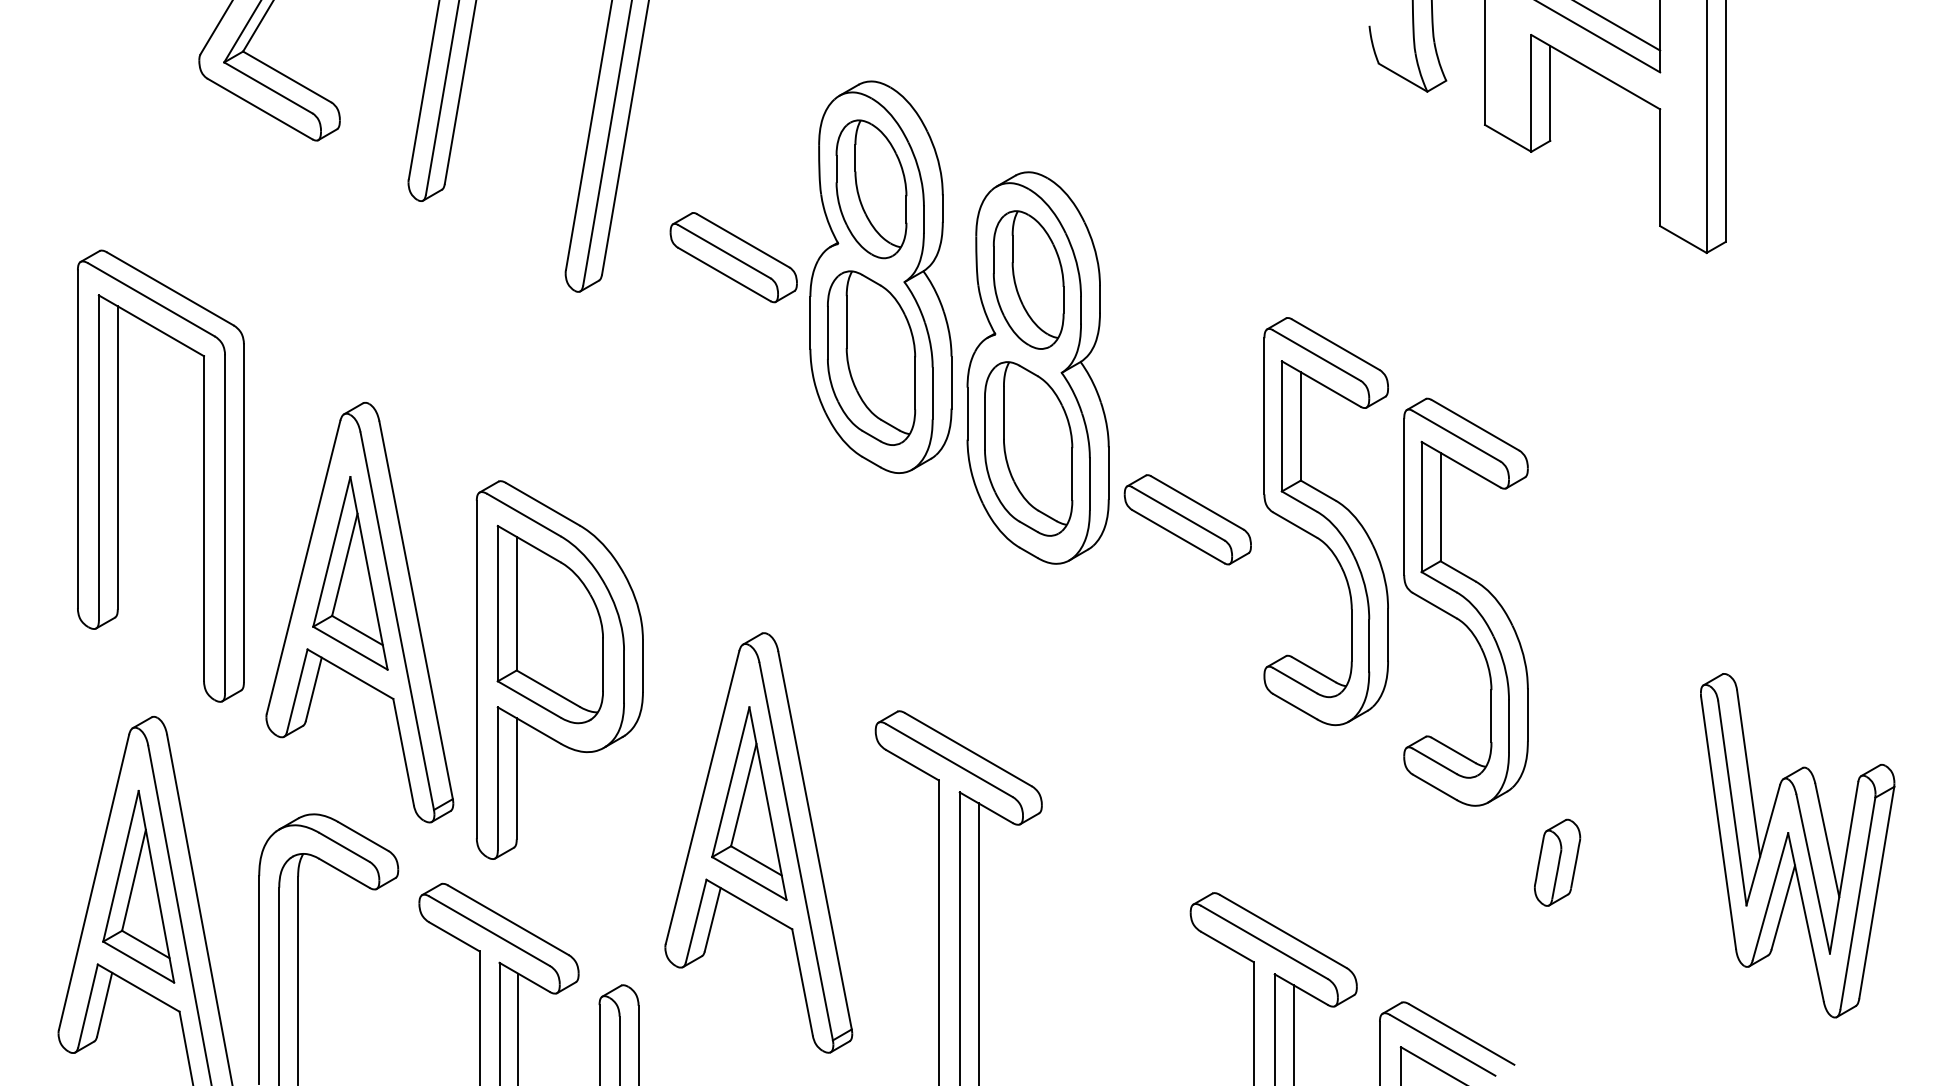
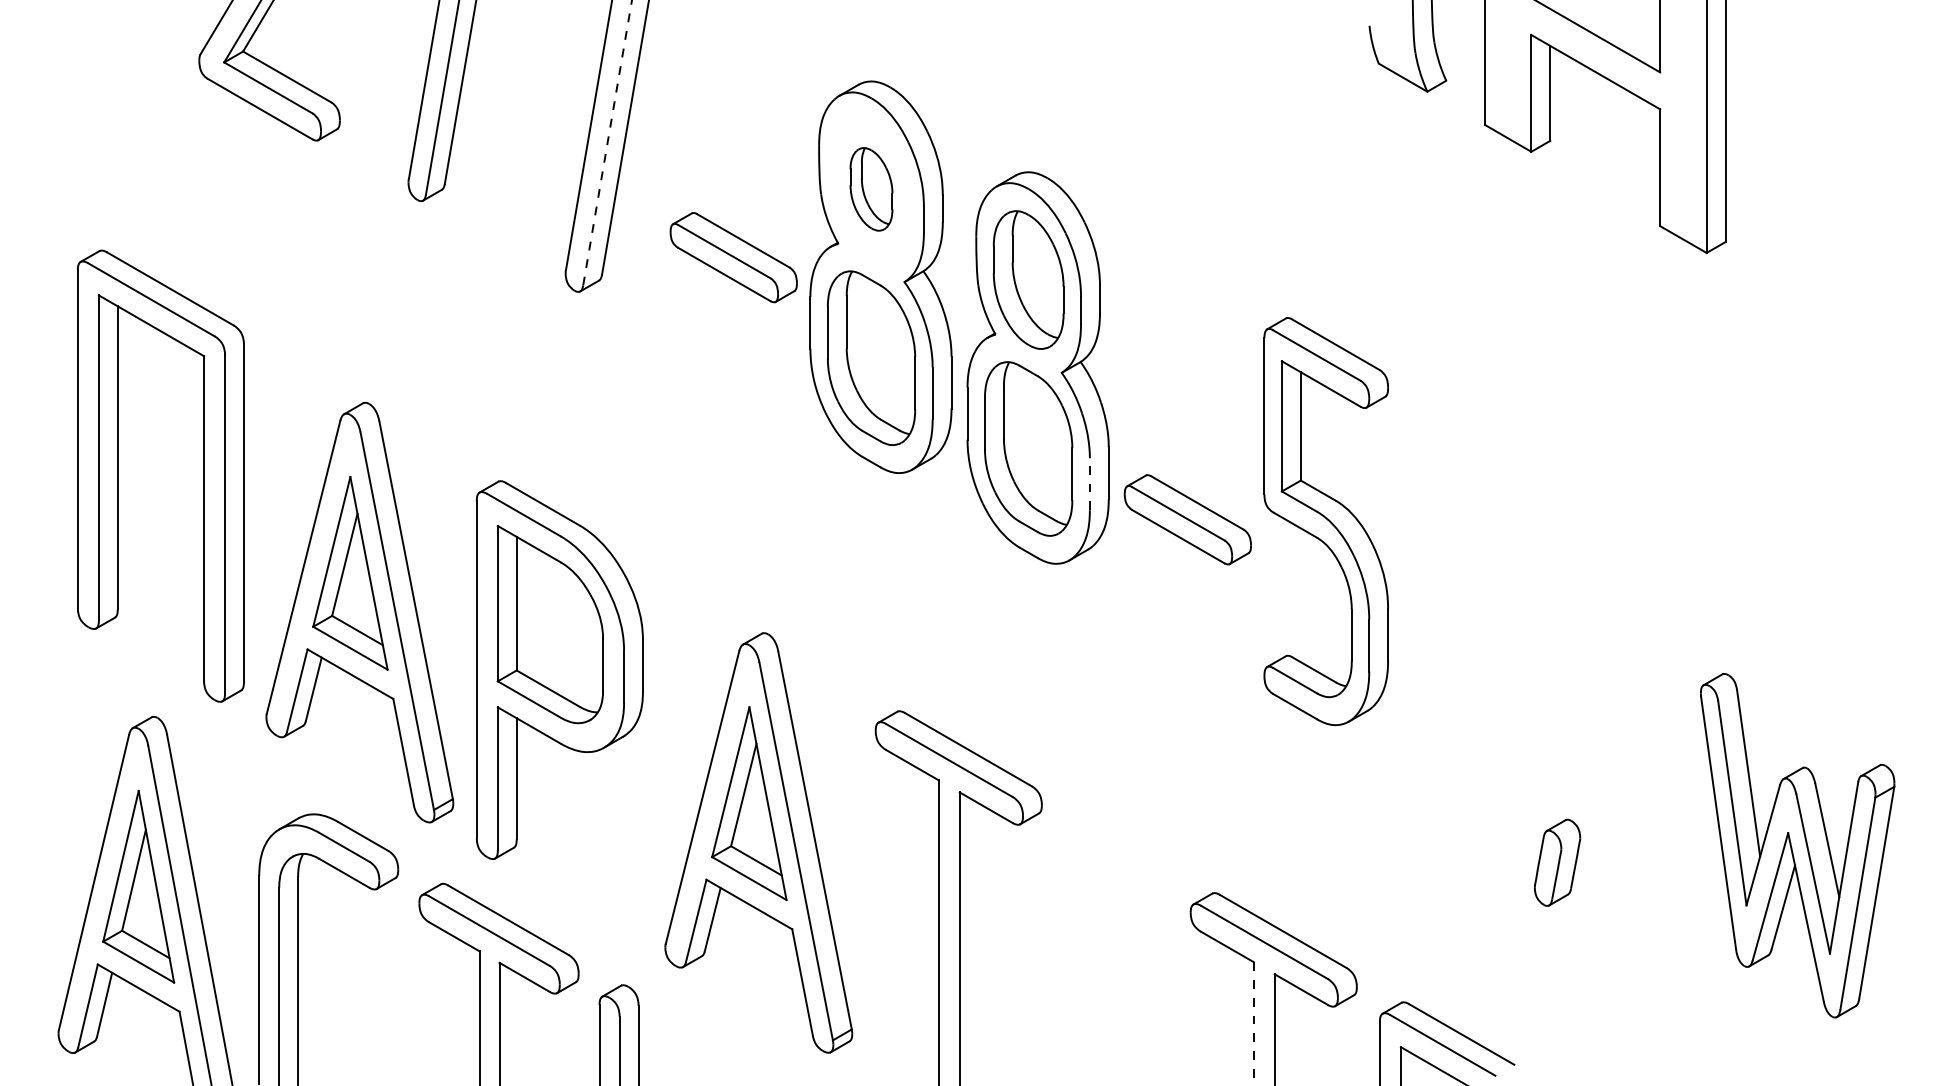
line at (1618, 26): present -> none
line at (607, 142): solid -> dashed
part at (871, 189) size: 73x141 px -> 45x85 px
line at (1089, 484): solid -> dashed
part at (1465, 601): present -> none
line at (978, 942): present -> none
line at (1253, 1024): solid -> dashed
line at (518, 1027): present -> none
line at (1293, 1033): present -> none
